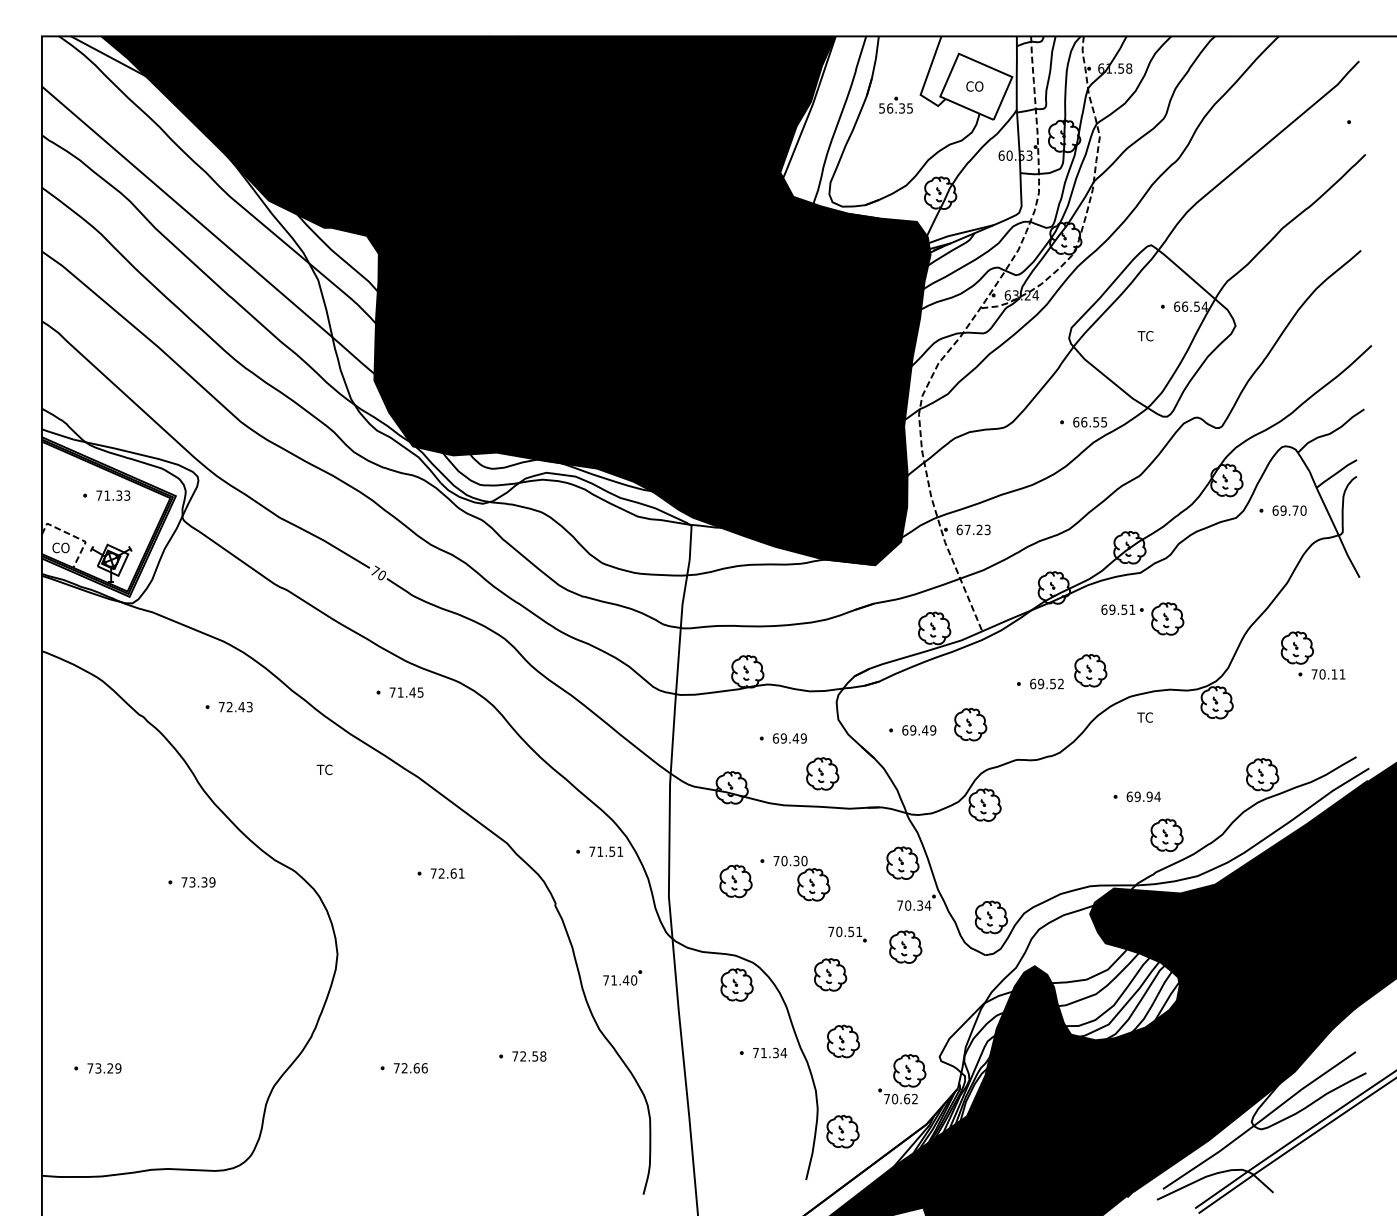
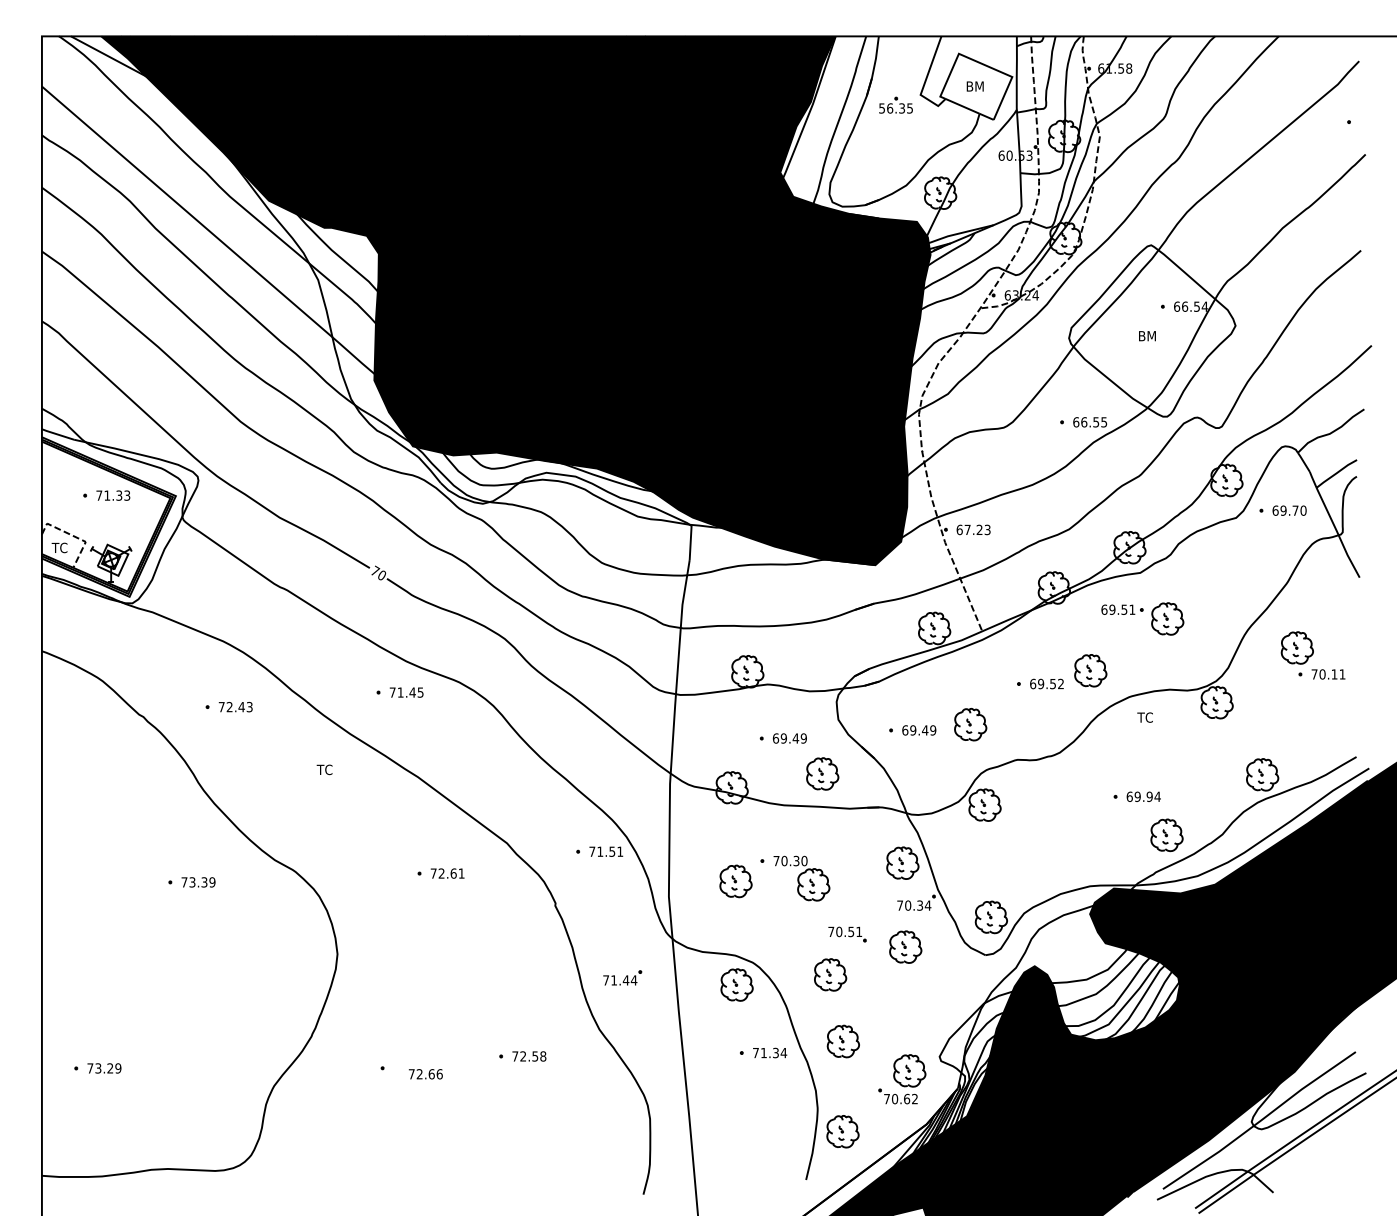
text at (974, 86): CO -> BM
text at (1146, 336): TC -> BM
text at (60, 547): CO -> TC
text at (633, 980): 71.40 -> 71.44
text at (410, 1068) position: (410, 1068) -> (425, 1074)
